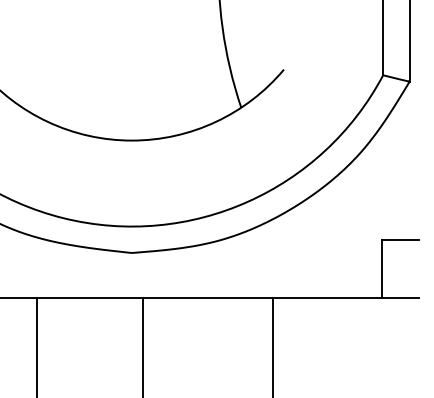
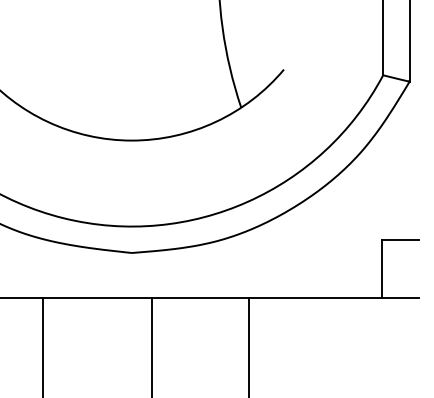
line at (37, 345) position: (37, 345) -> (43, 345)
line at (143, 345) position: (143, 345) -> (152, 345)
line at (273, 345) position: (273, 345) -> (249, 345)
